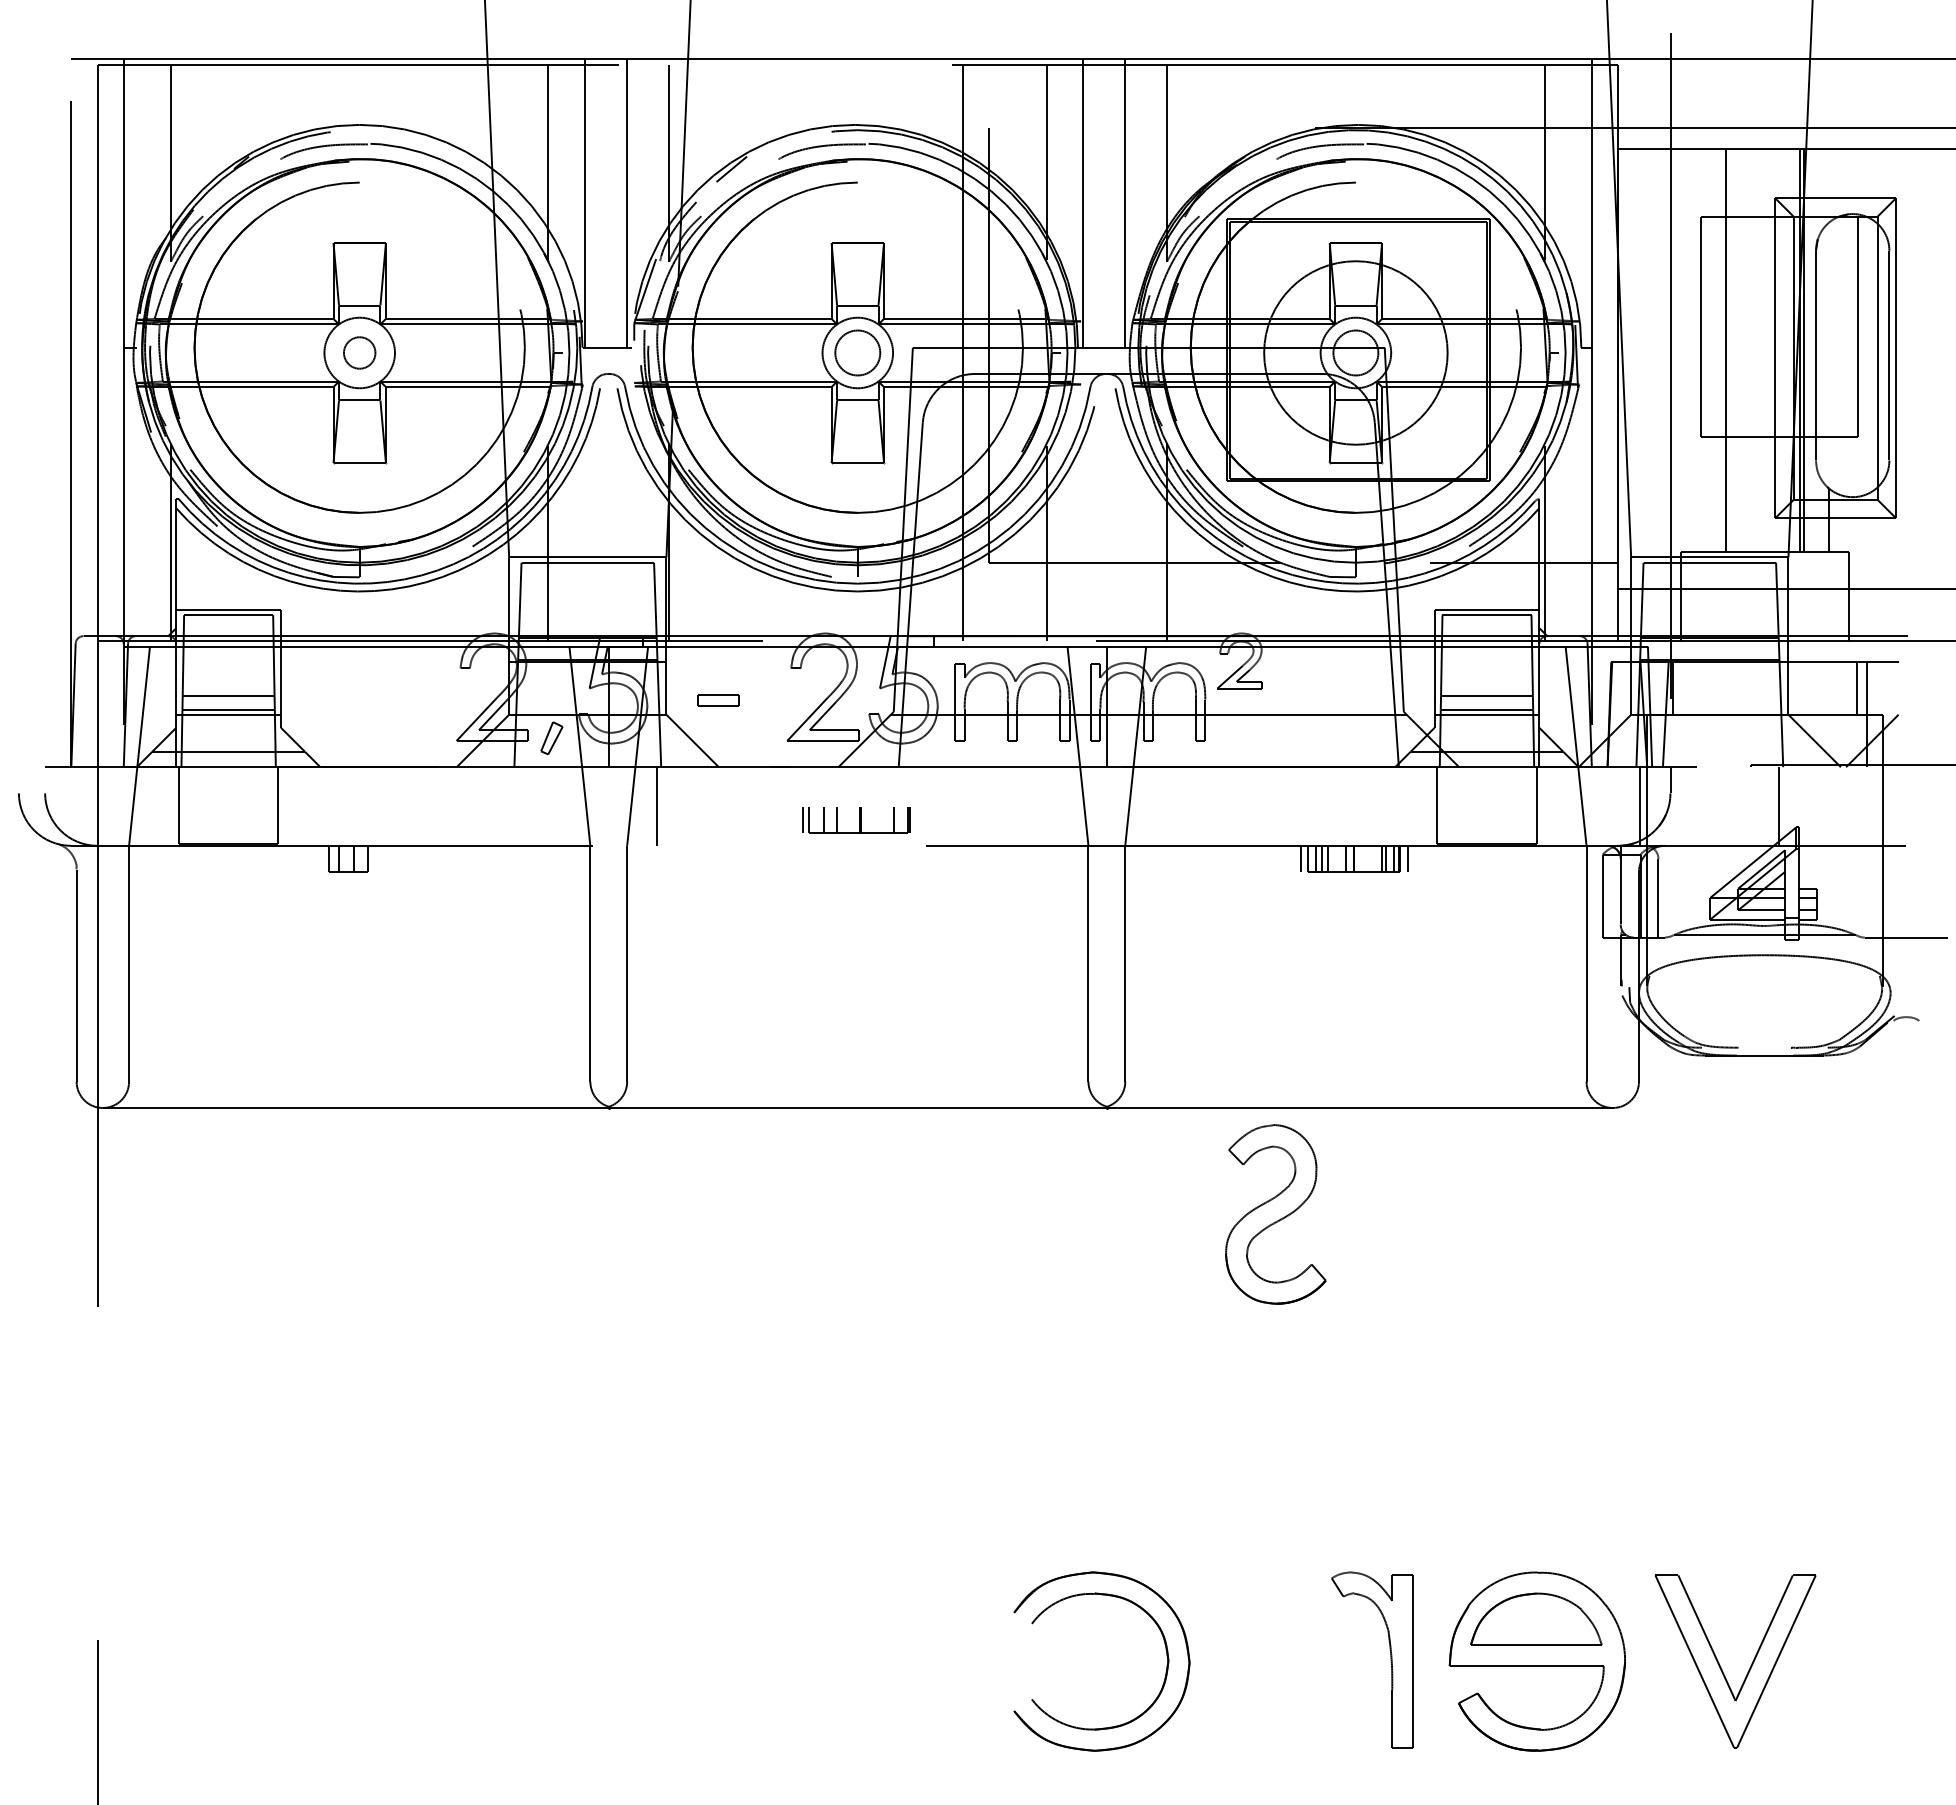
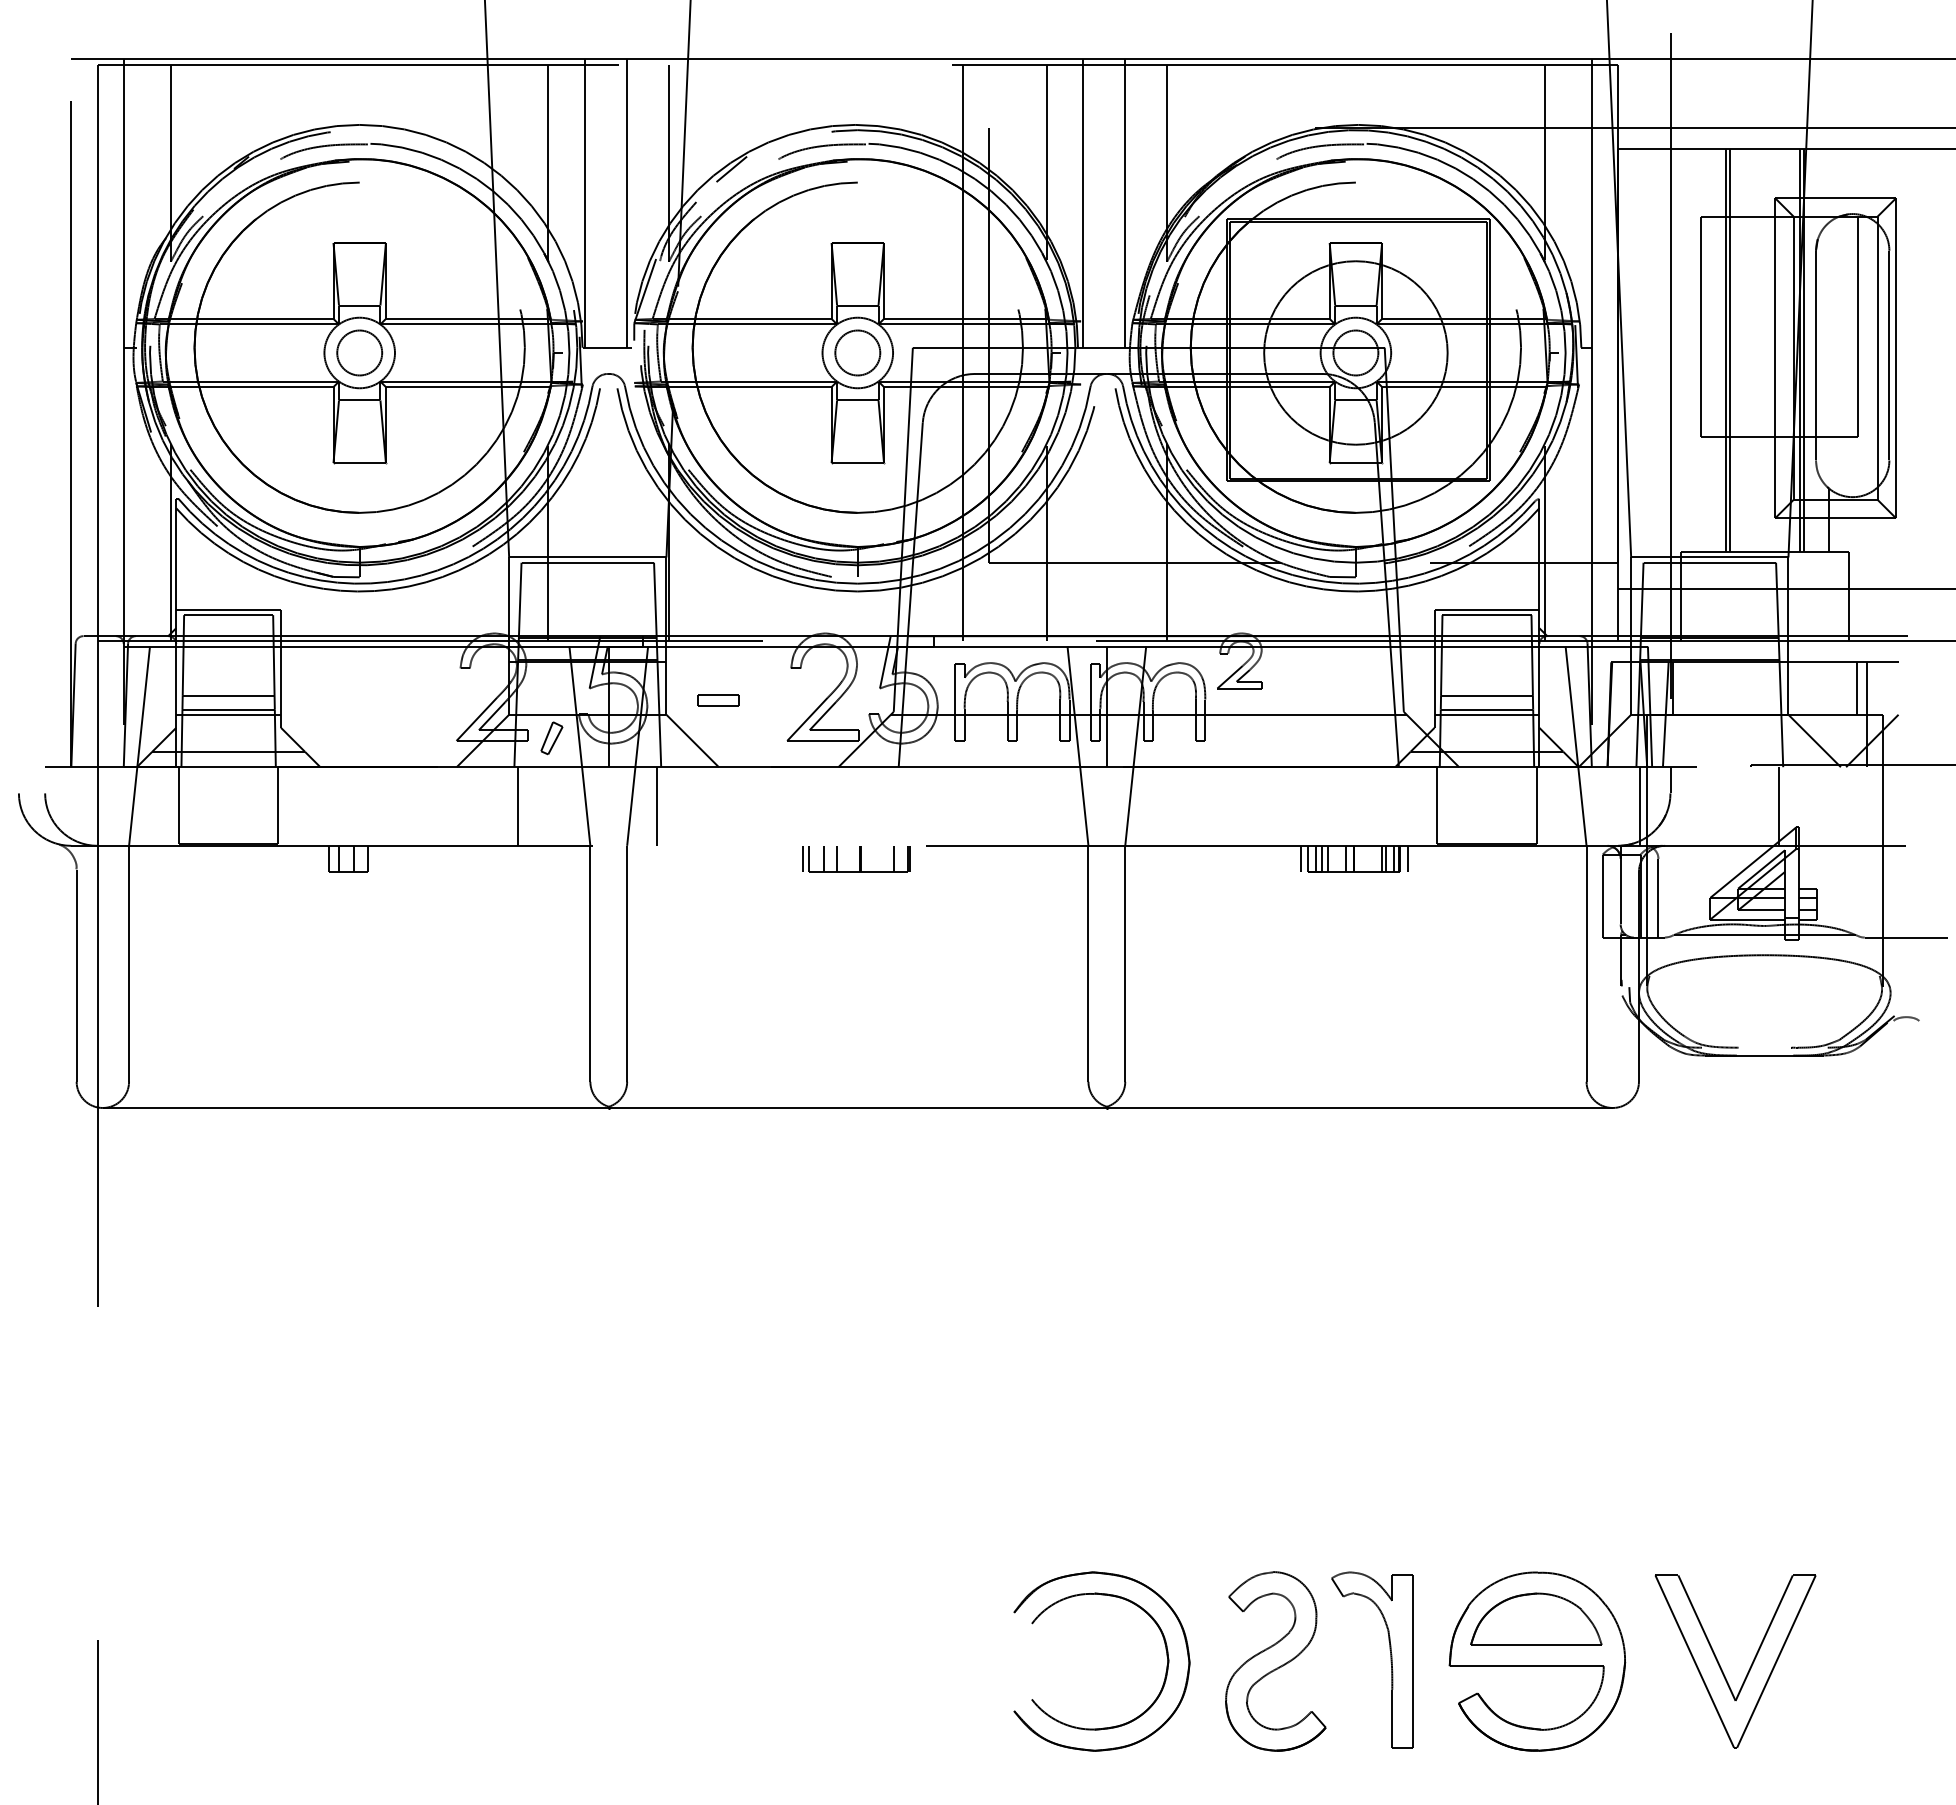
line at (1730, 350): none -> present
circle at (359, 352) diameter: 31 px -> 45 px
line at (518, 806): none -> present
part at (856, 820) position: (856, 820) -> (856, 859)
part at (1275, 1214) position: (1275, 1214) -> (1275, 1661)
